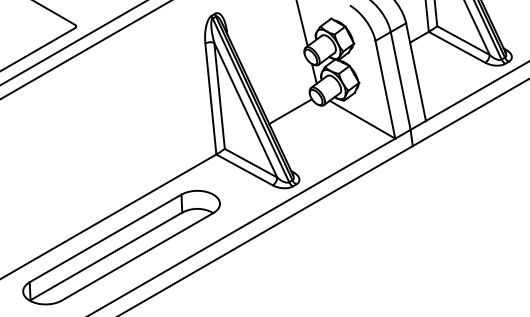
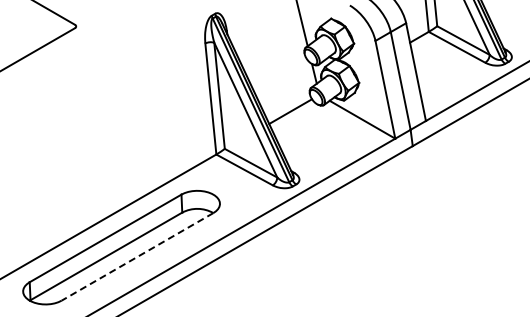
line at (73, 42): present -> none
line at (85, 50): present -> none
line at (137, 256): solid -> dashed
